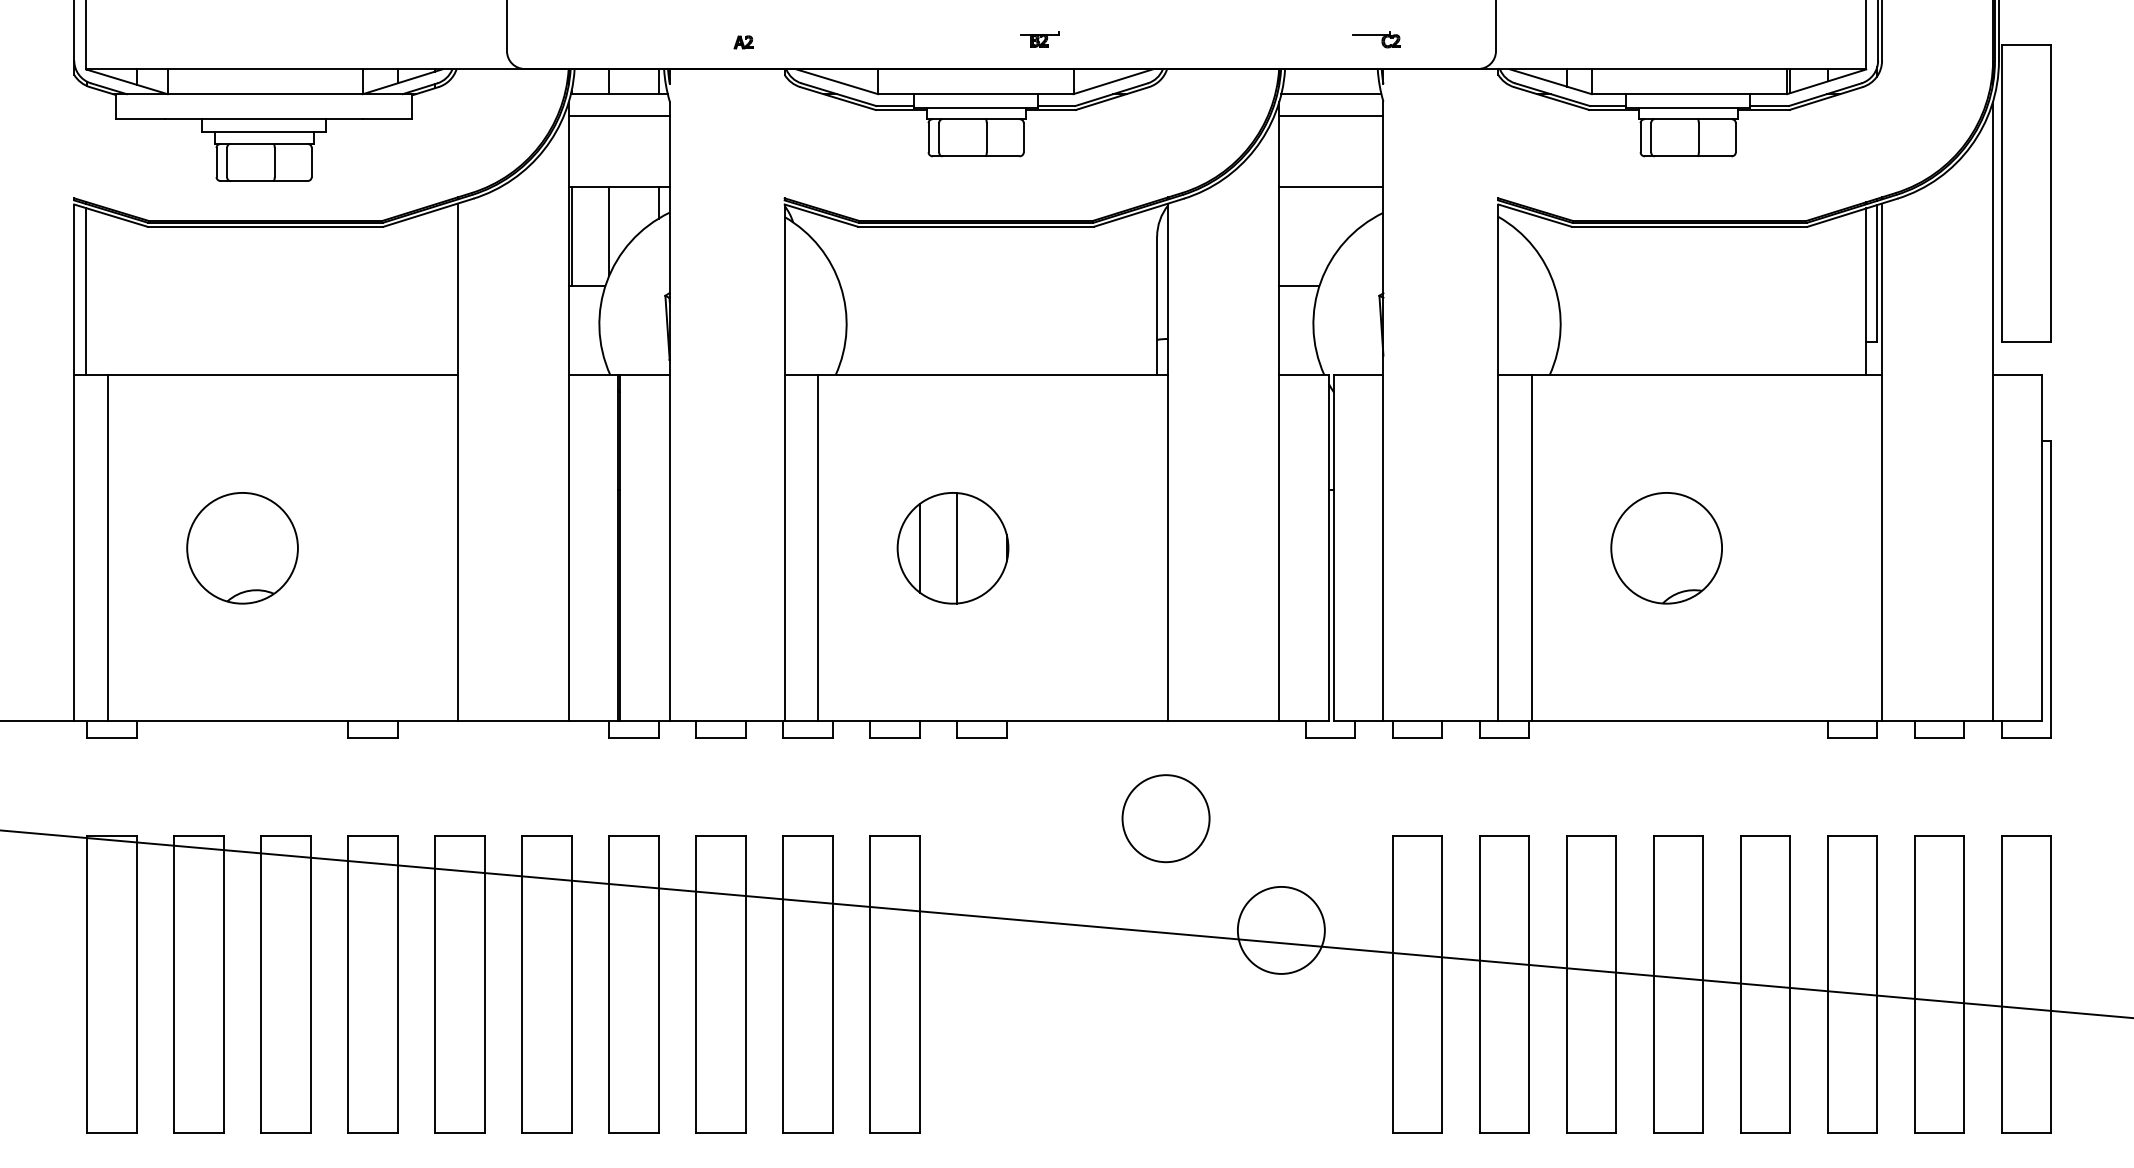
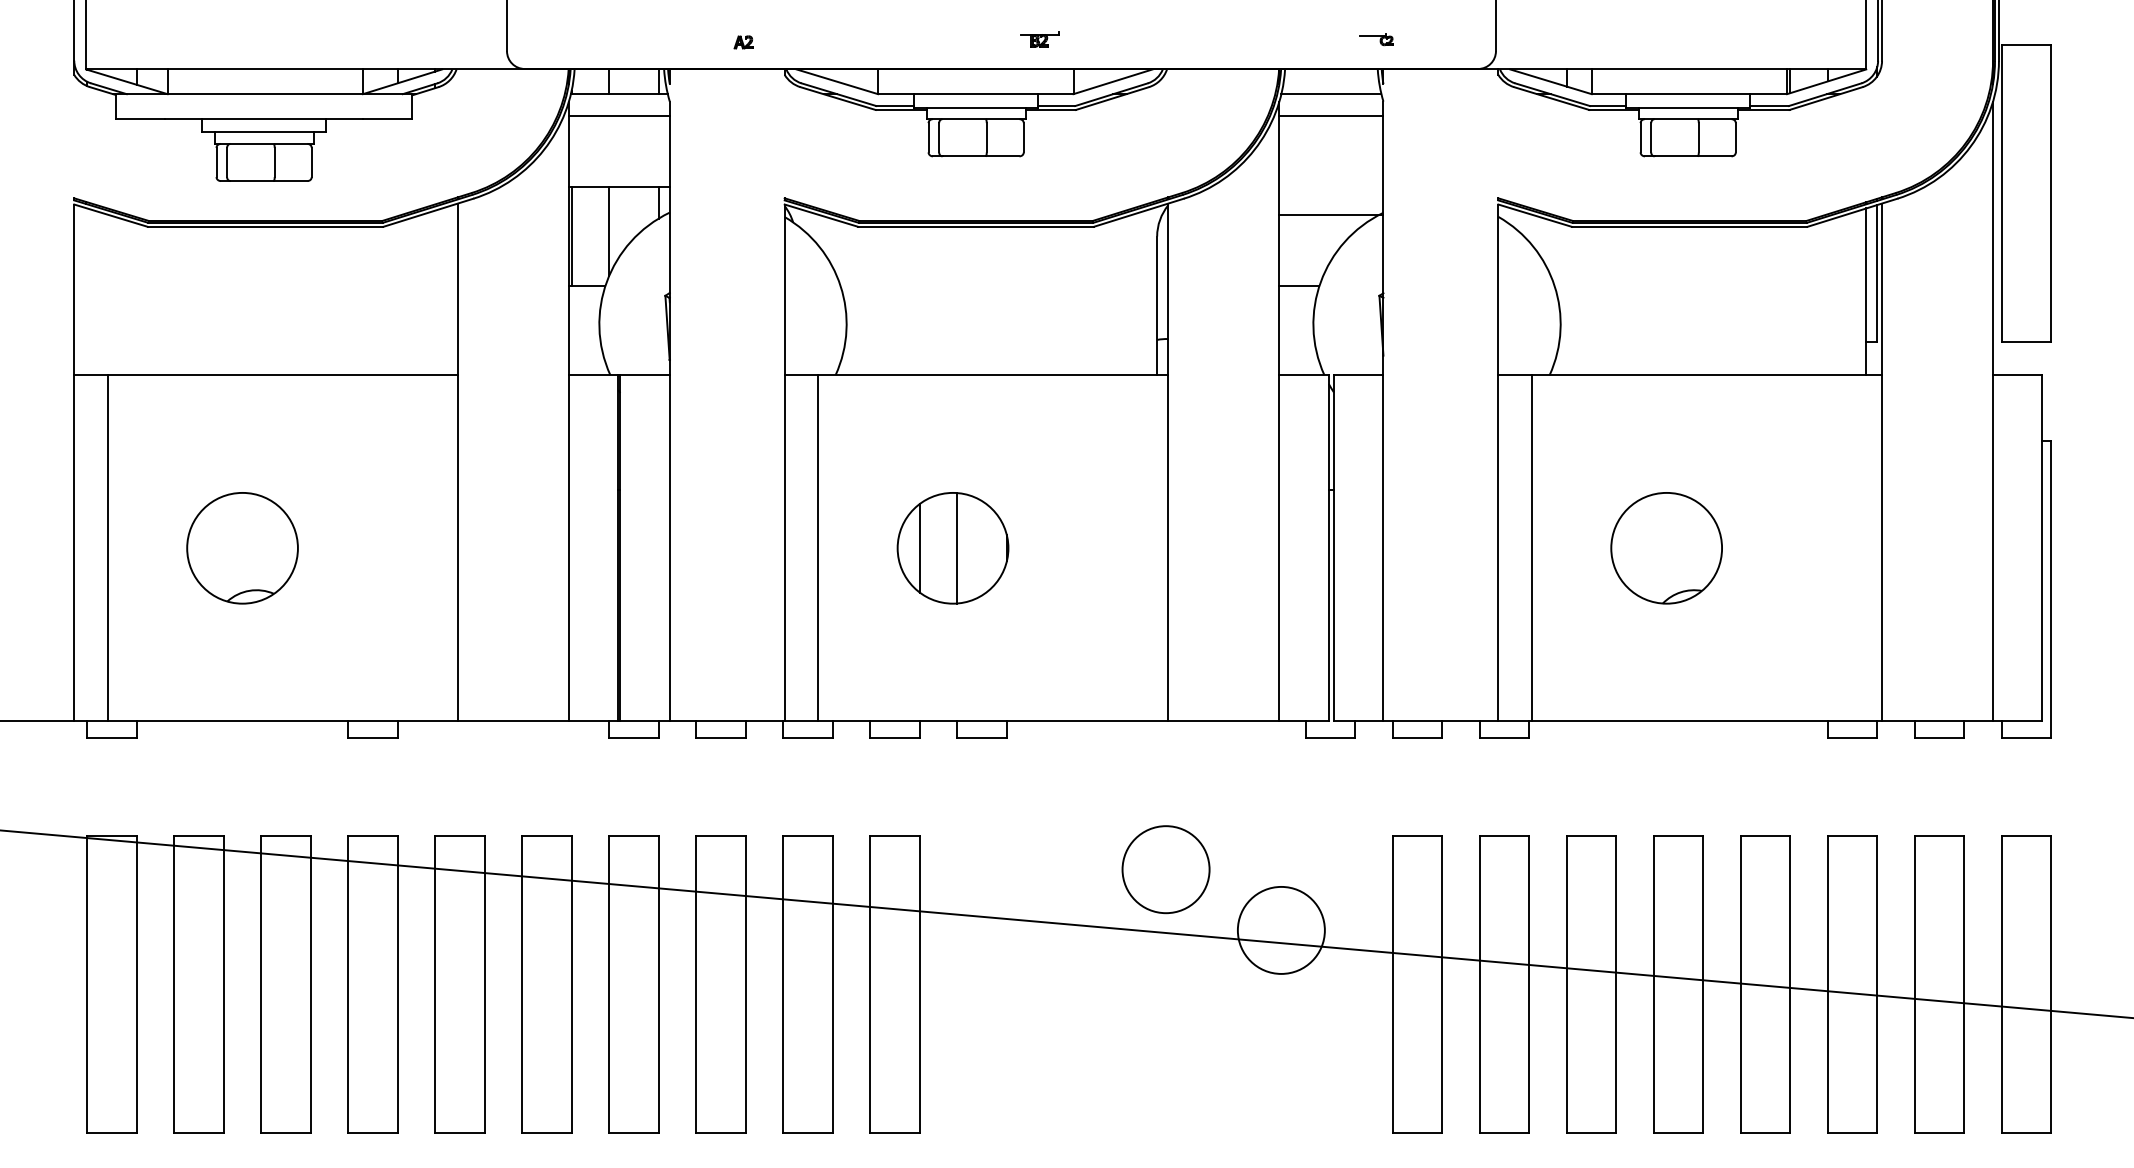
part at (1376, 39) size: 49x18 px -> 35x14 px
line at (1331, 187) position: (1331, 187) -> (1331, 215)
line at (86, 291): present -> none
circle at (1165, 818) position: (1165, 818) -> (1165, 869)
